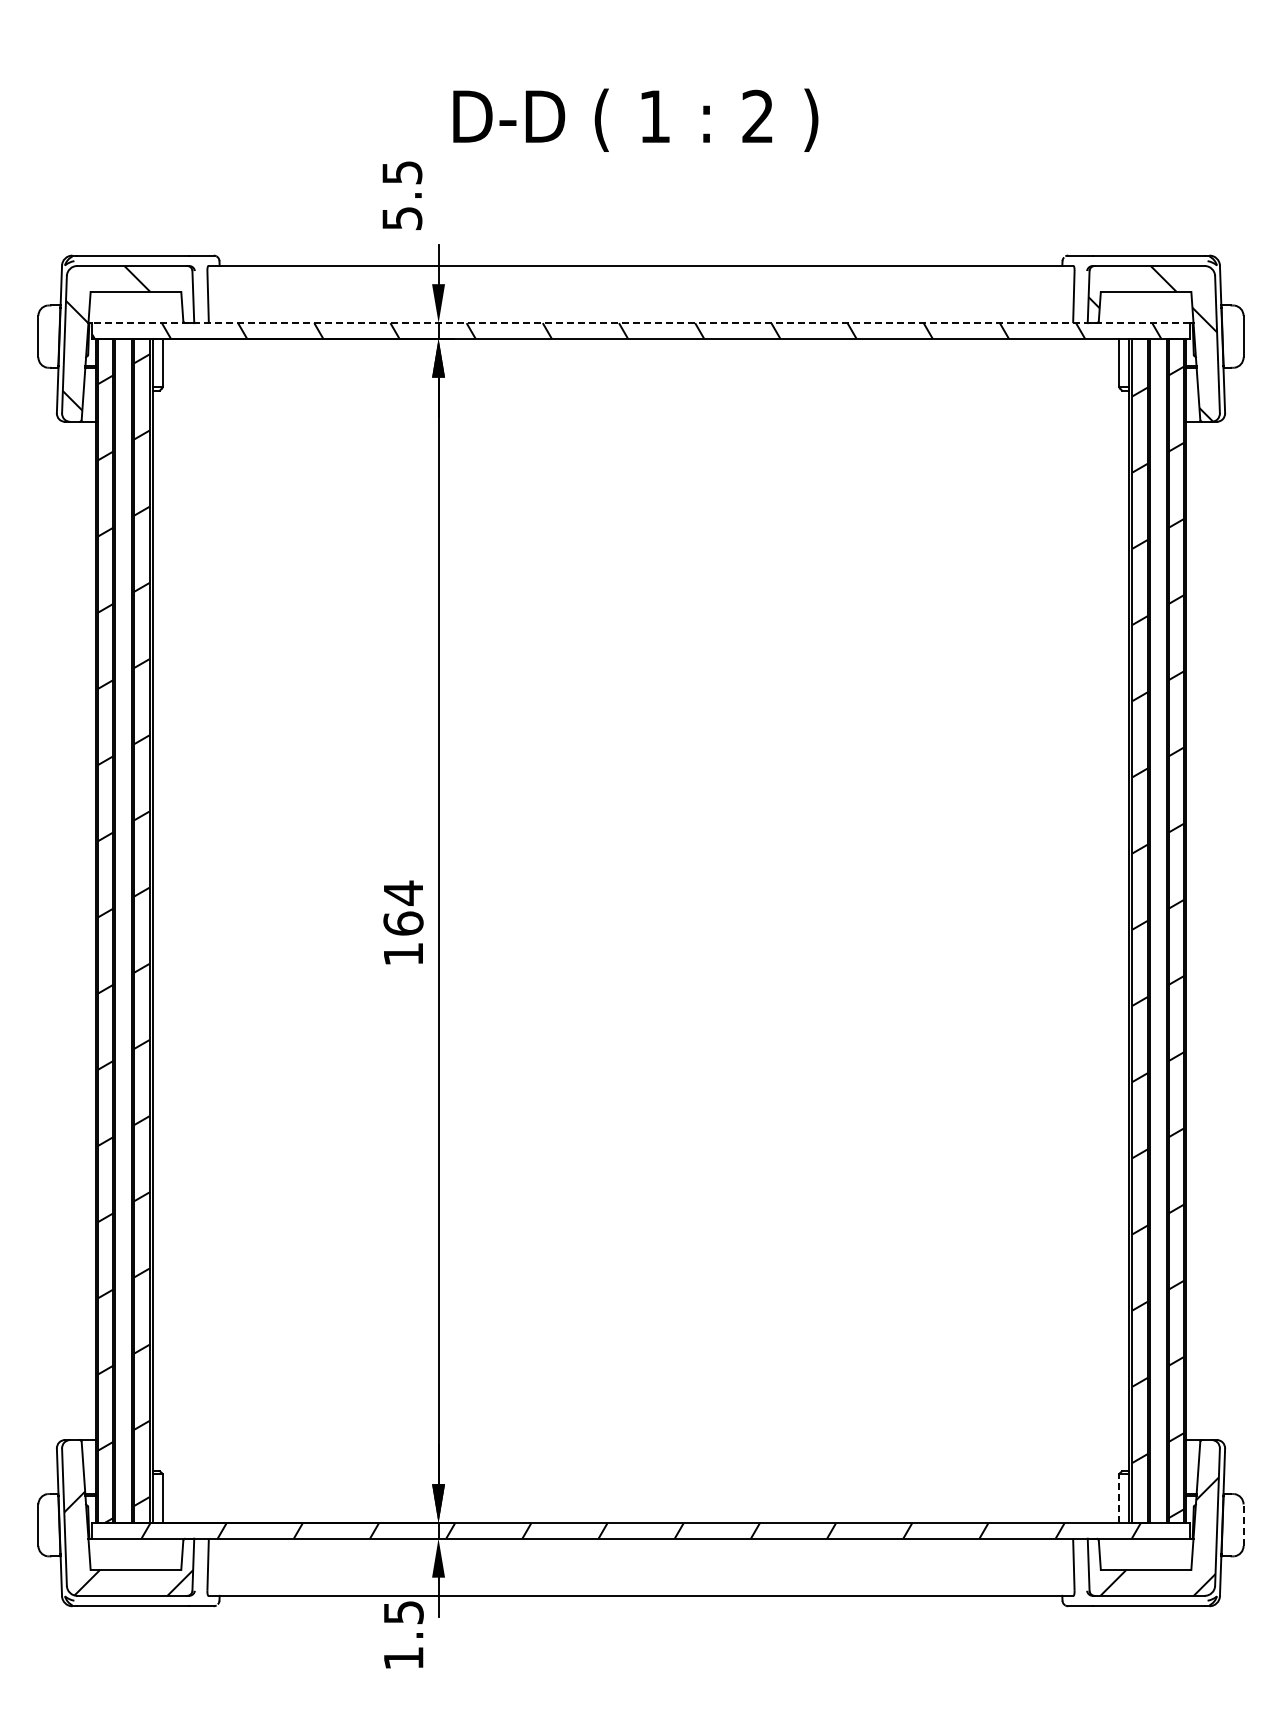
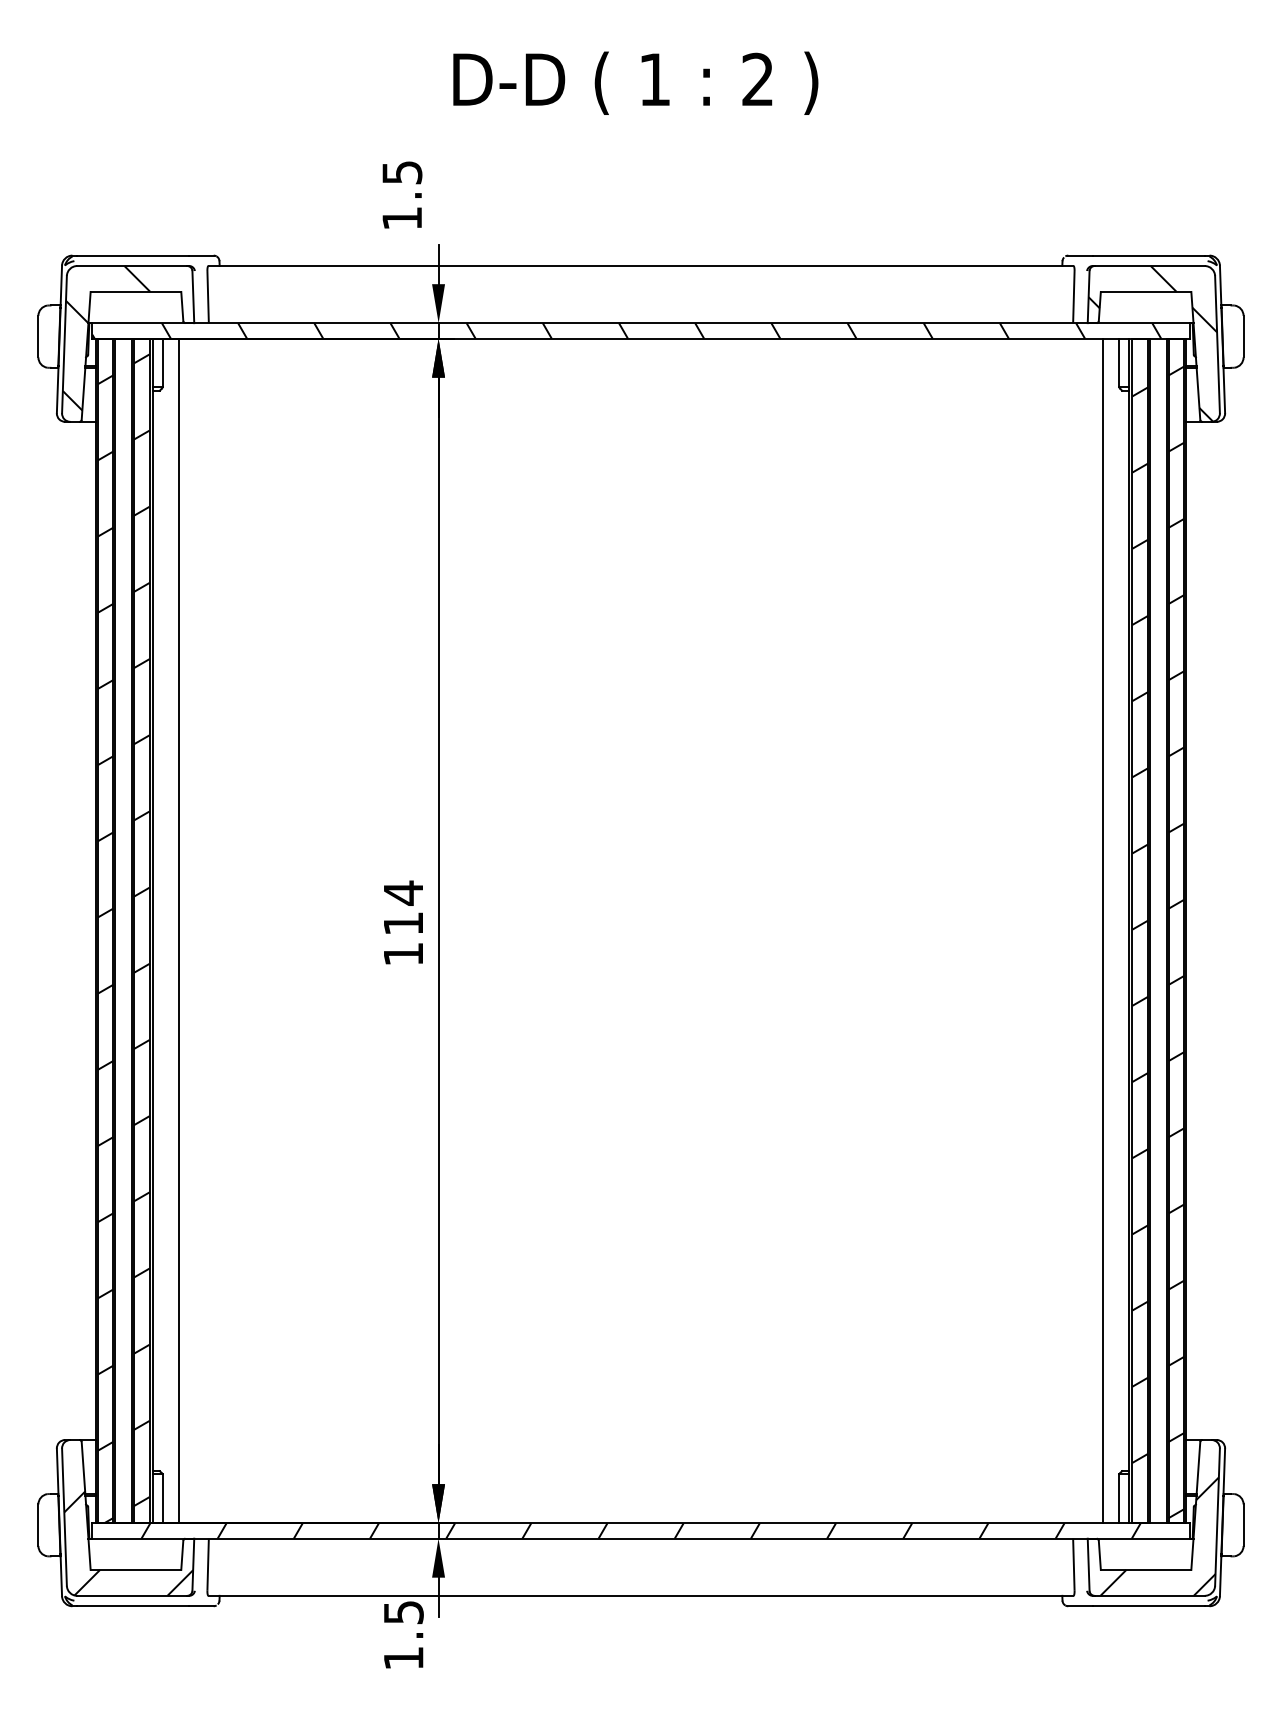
text at (635, 119) position: (635, 119) -> (635, 82)
text at (402, 218): 5.5 -> 1.5
line at (640, 323): dashed -> solid
text at (403, 923): 164 -> 114
line at (178, 930): none -> present
line at (1103, 930): none -> present
line at (1119, 1498): dashed -> solid
line at (1243, 1525): dashed -> solid
